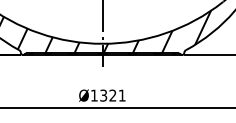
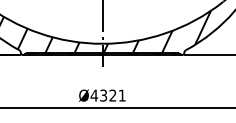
text at (94, 95): Ø1321 -> Ø4321
